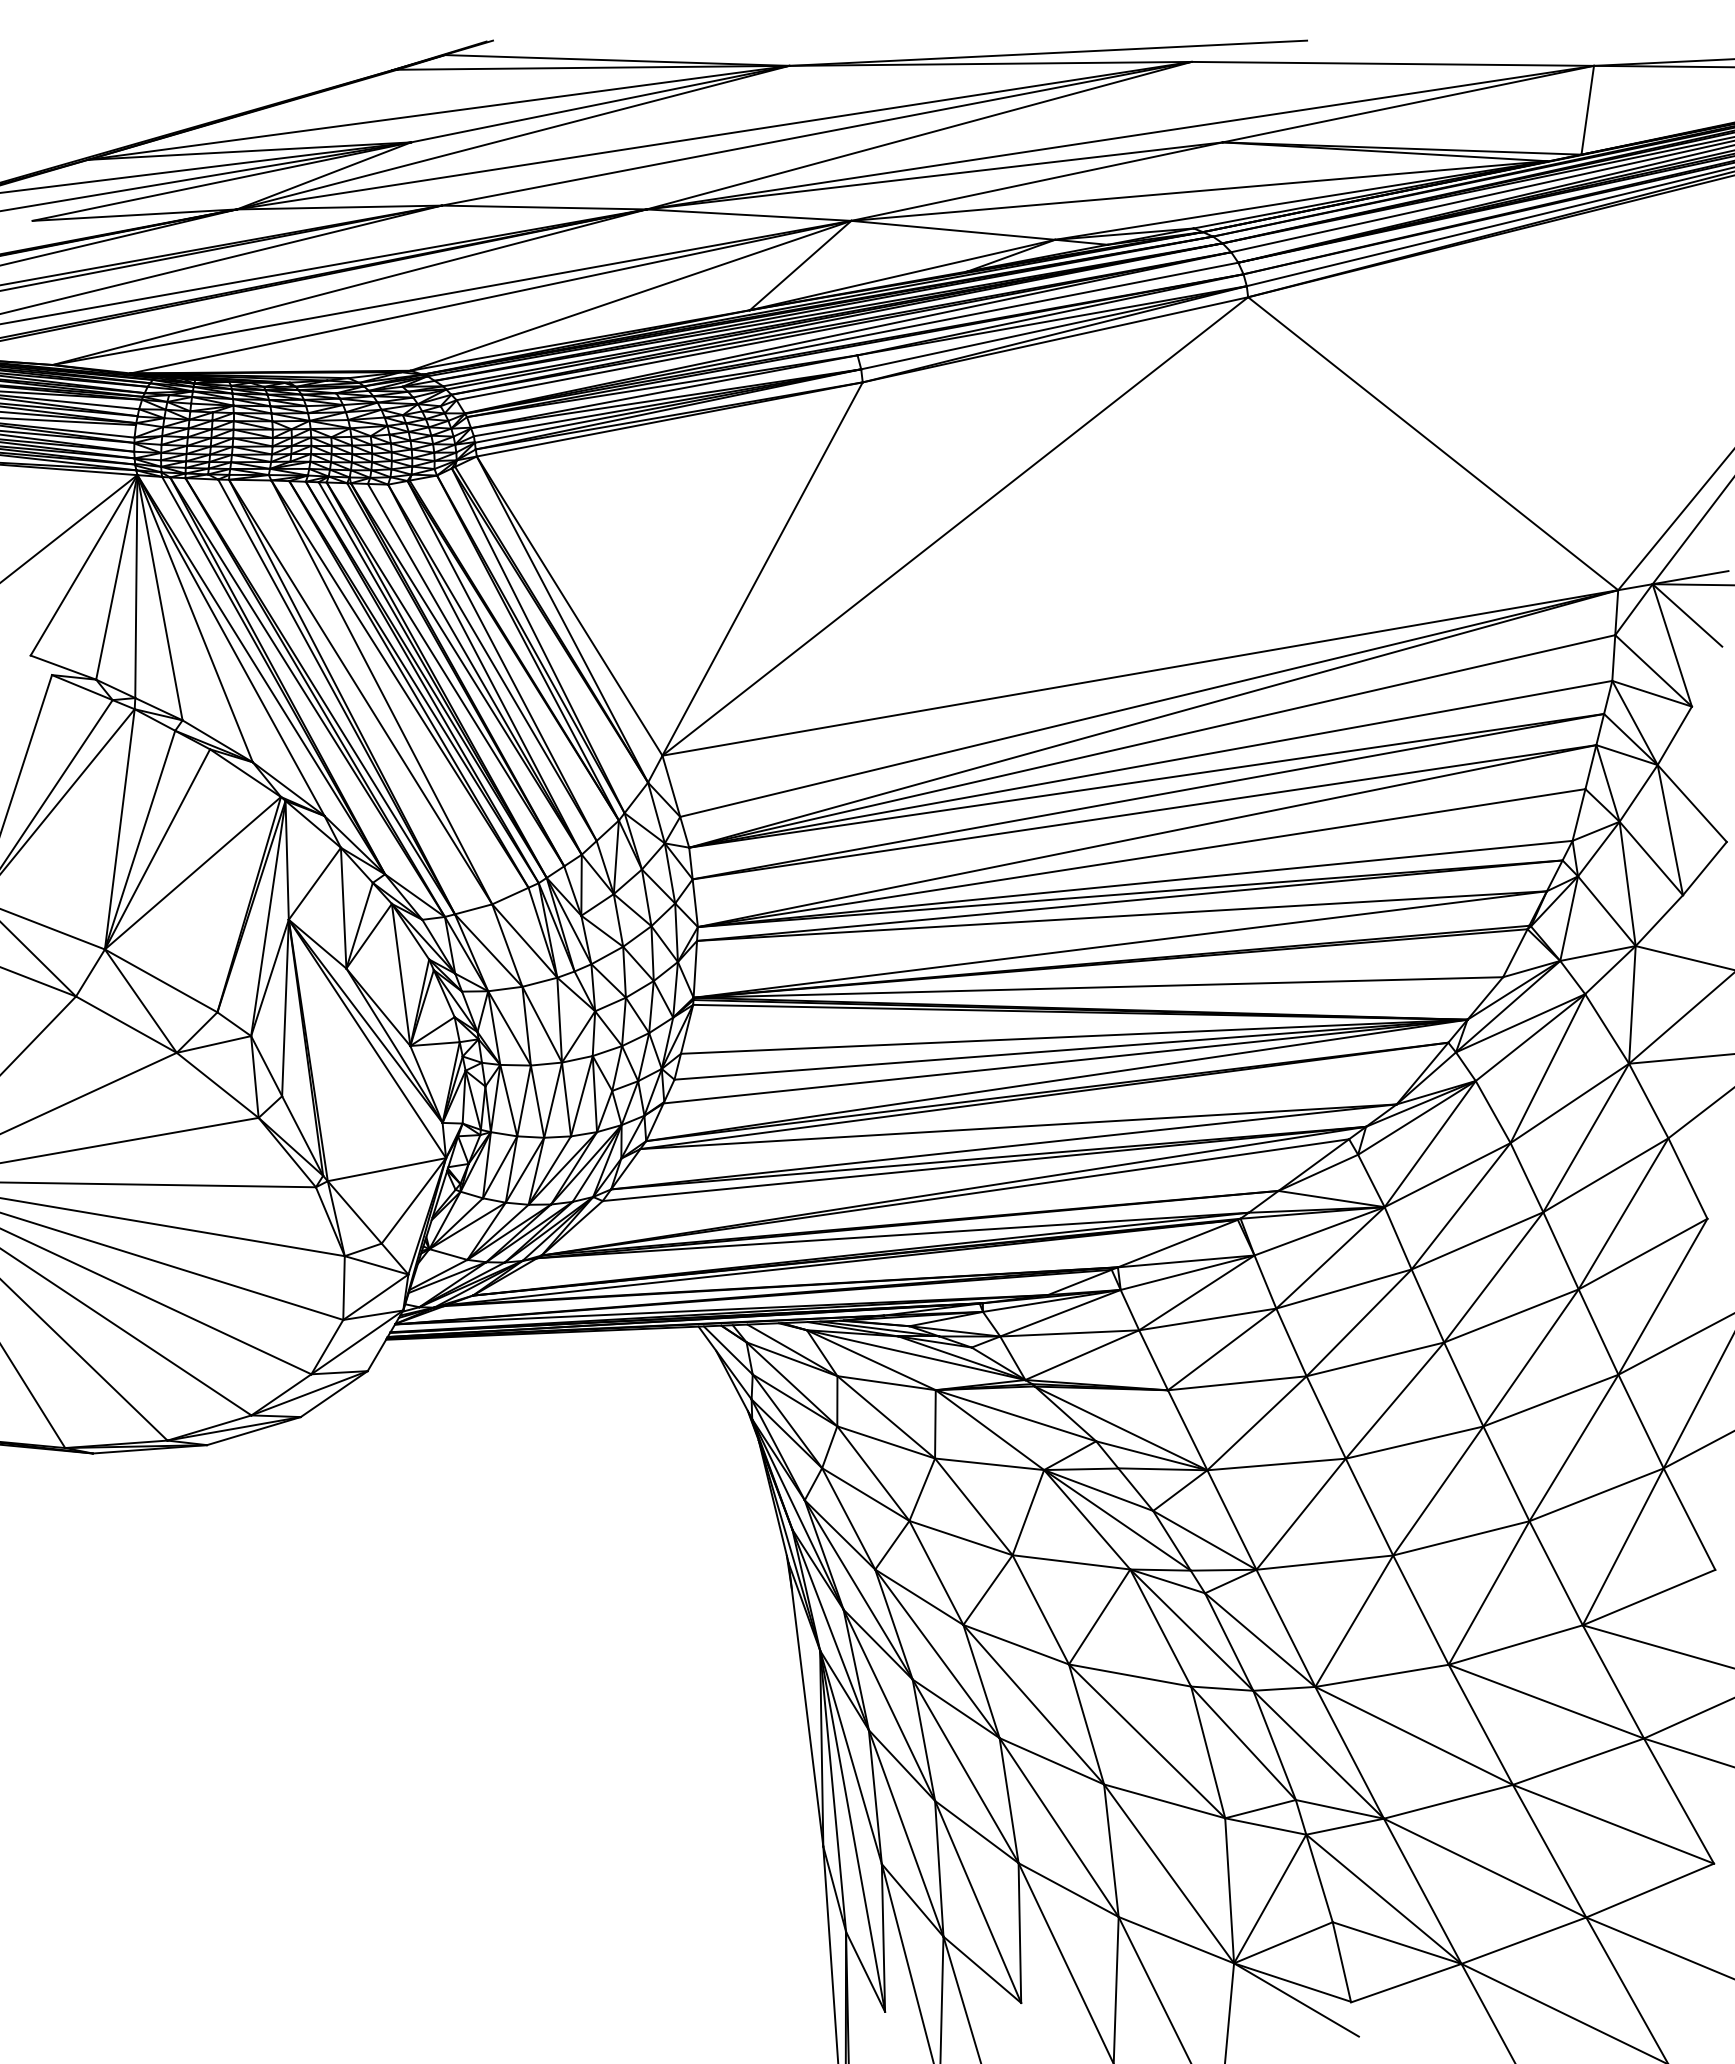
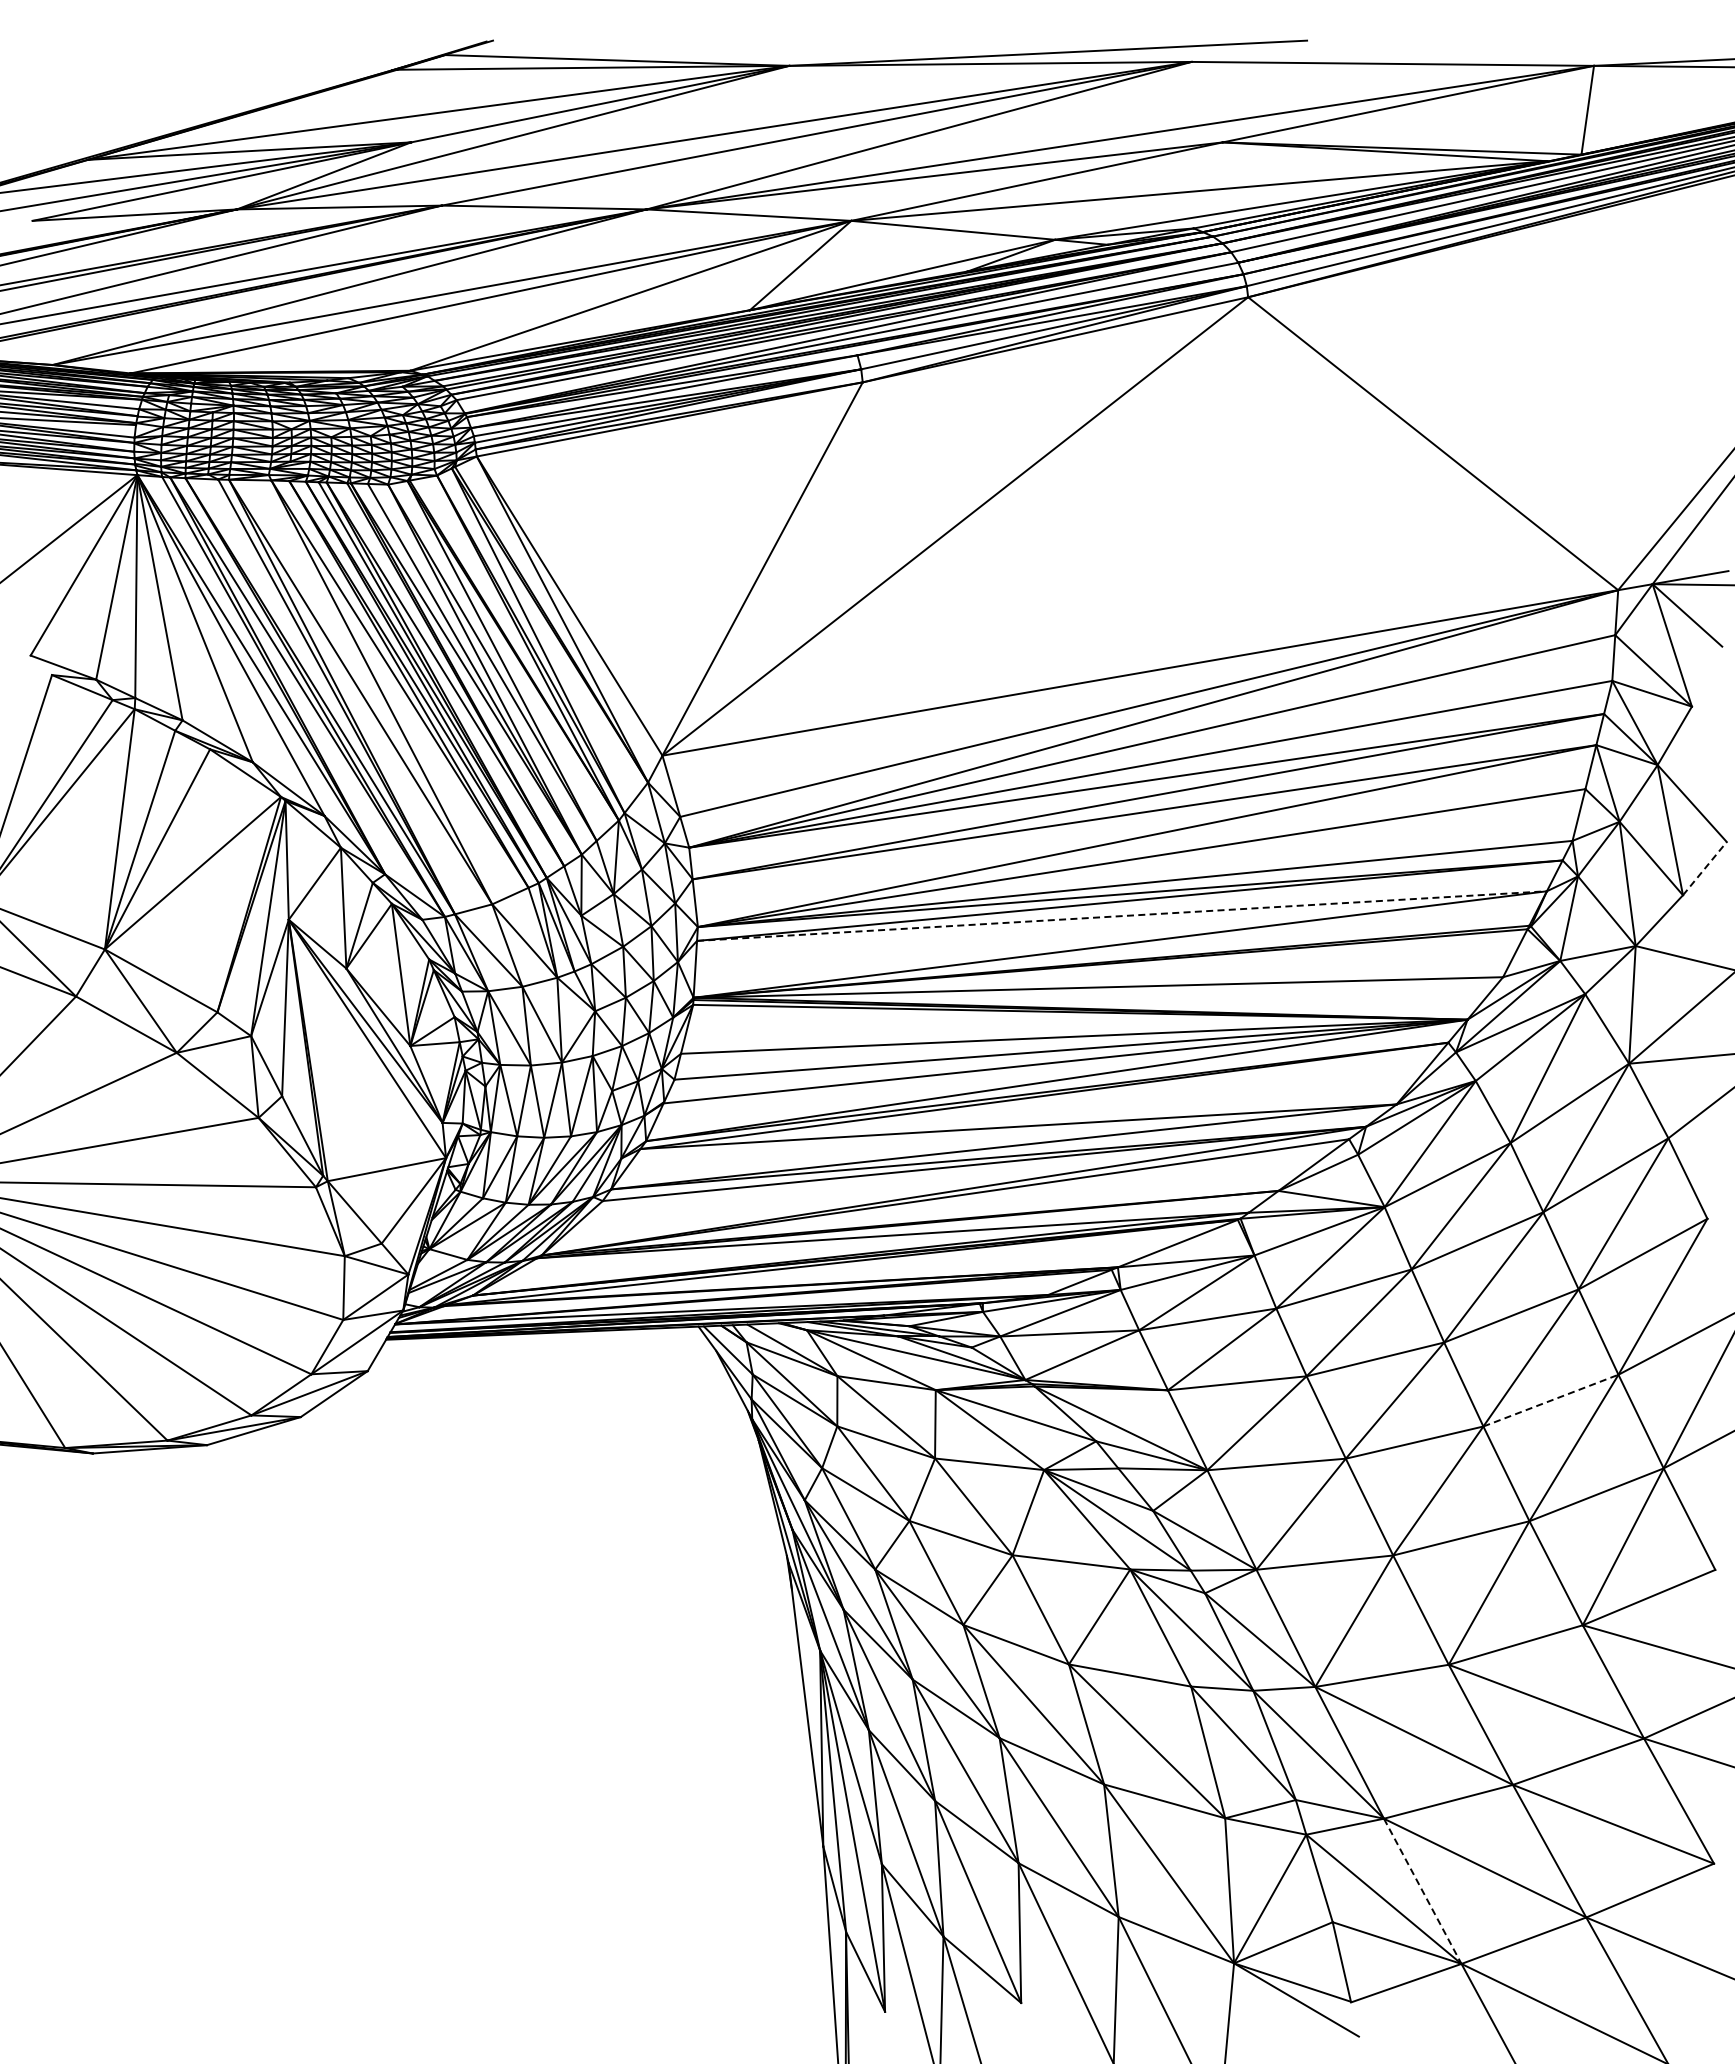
line at (1705, 868): solid -> dashed
line at (1121, 916): solid -> dashed
line at (1551, 1400): solid -> dashed
line at (1422, 1891): solid -> dashed
